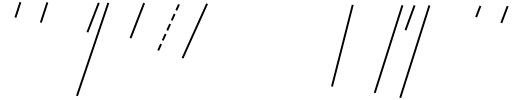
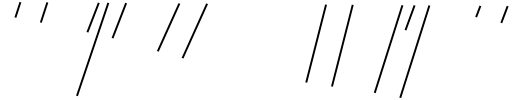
line at (136, 20) position: (136, 20) -> (118, 20)
line at (168, 26): dashed -> solid
line at (315, 43): none -> present
